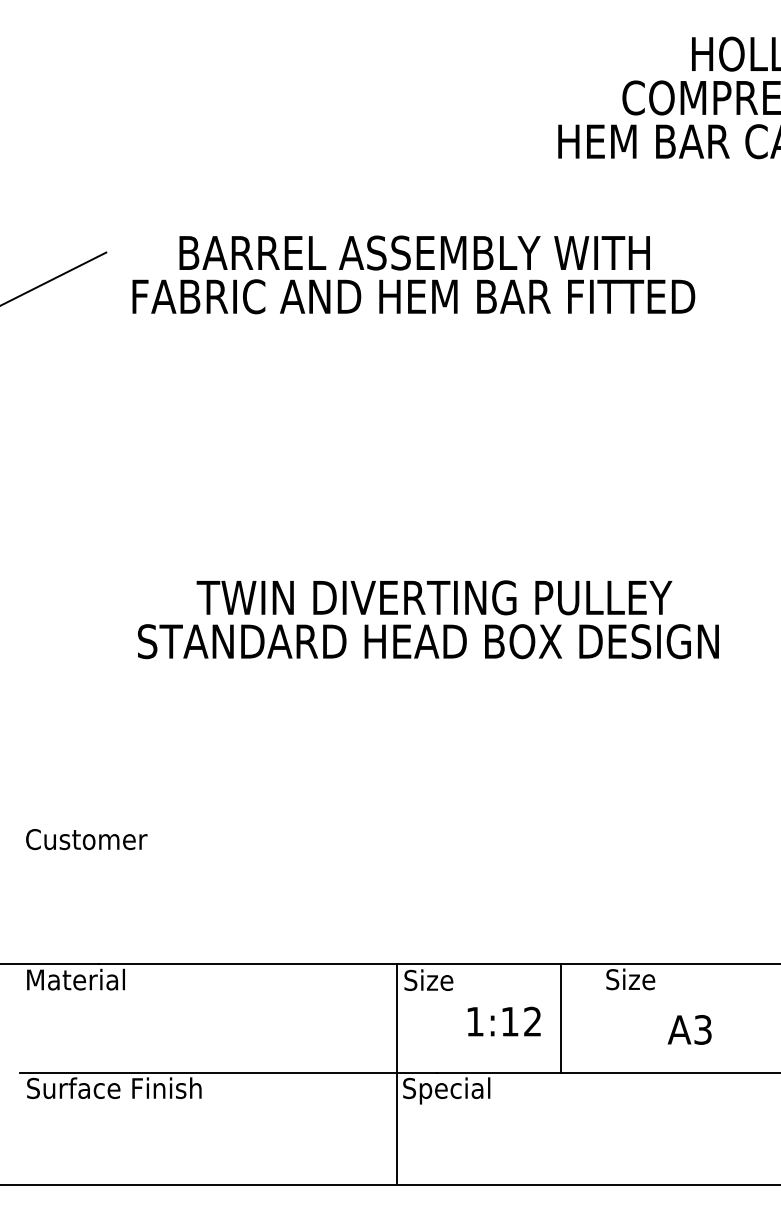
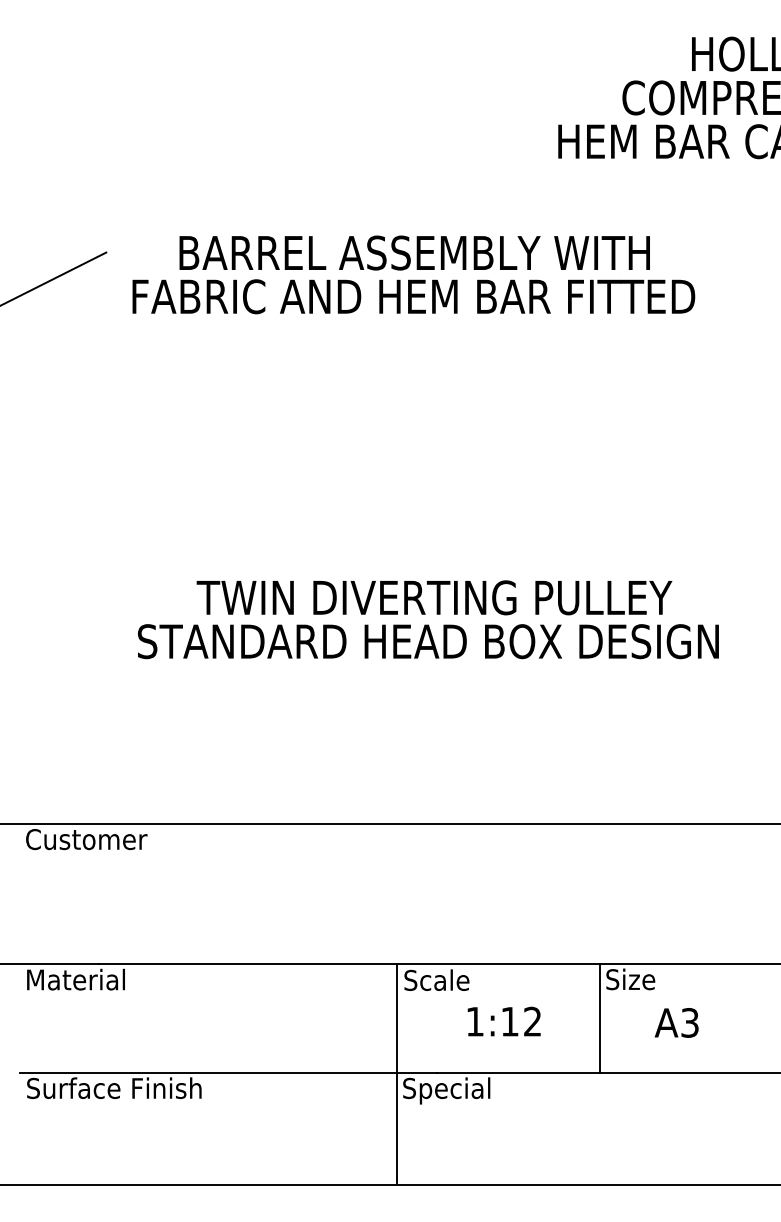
line at (389, 823): none -> present
text at (444, 979): Size -> Scale
line at (561, 1018) position: (561, 1018) -> (600, 1018)
text at (689, 1029) position: (689, 1029) -> (676, 1022)
